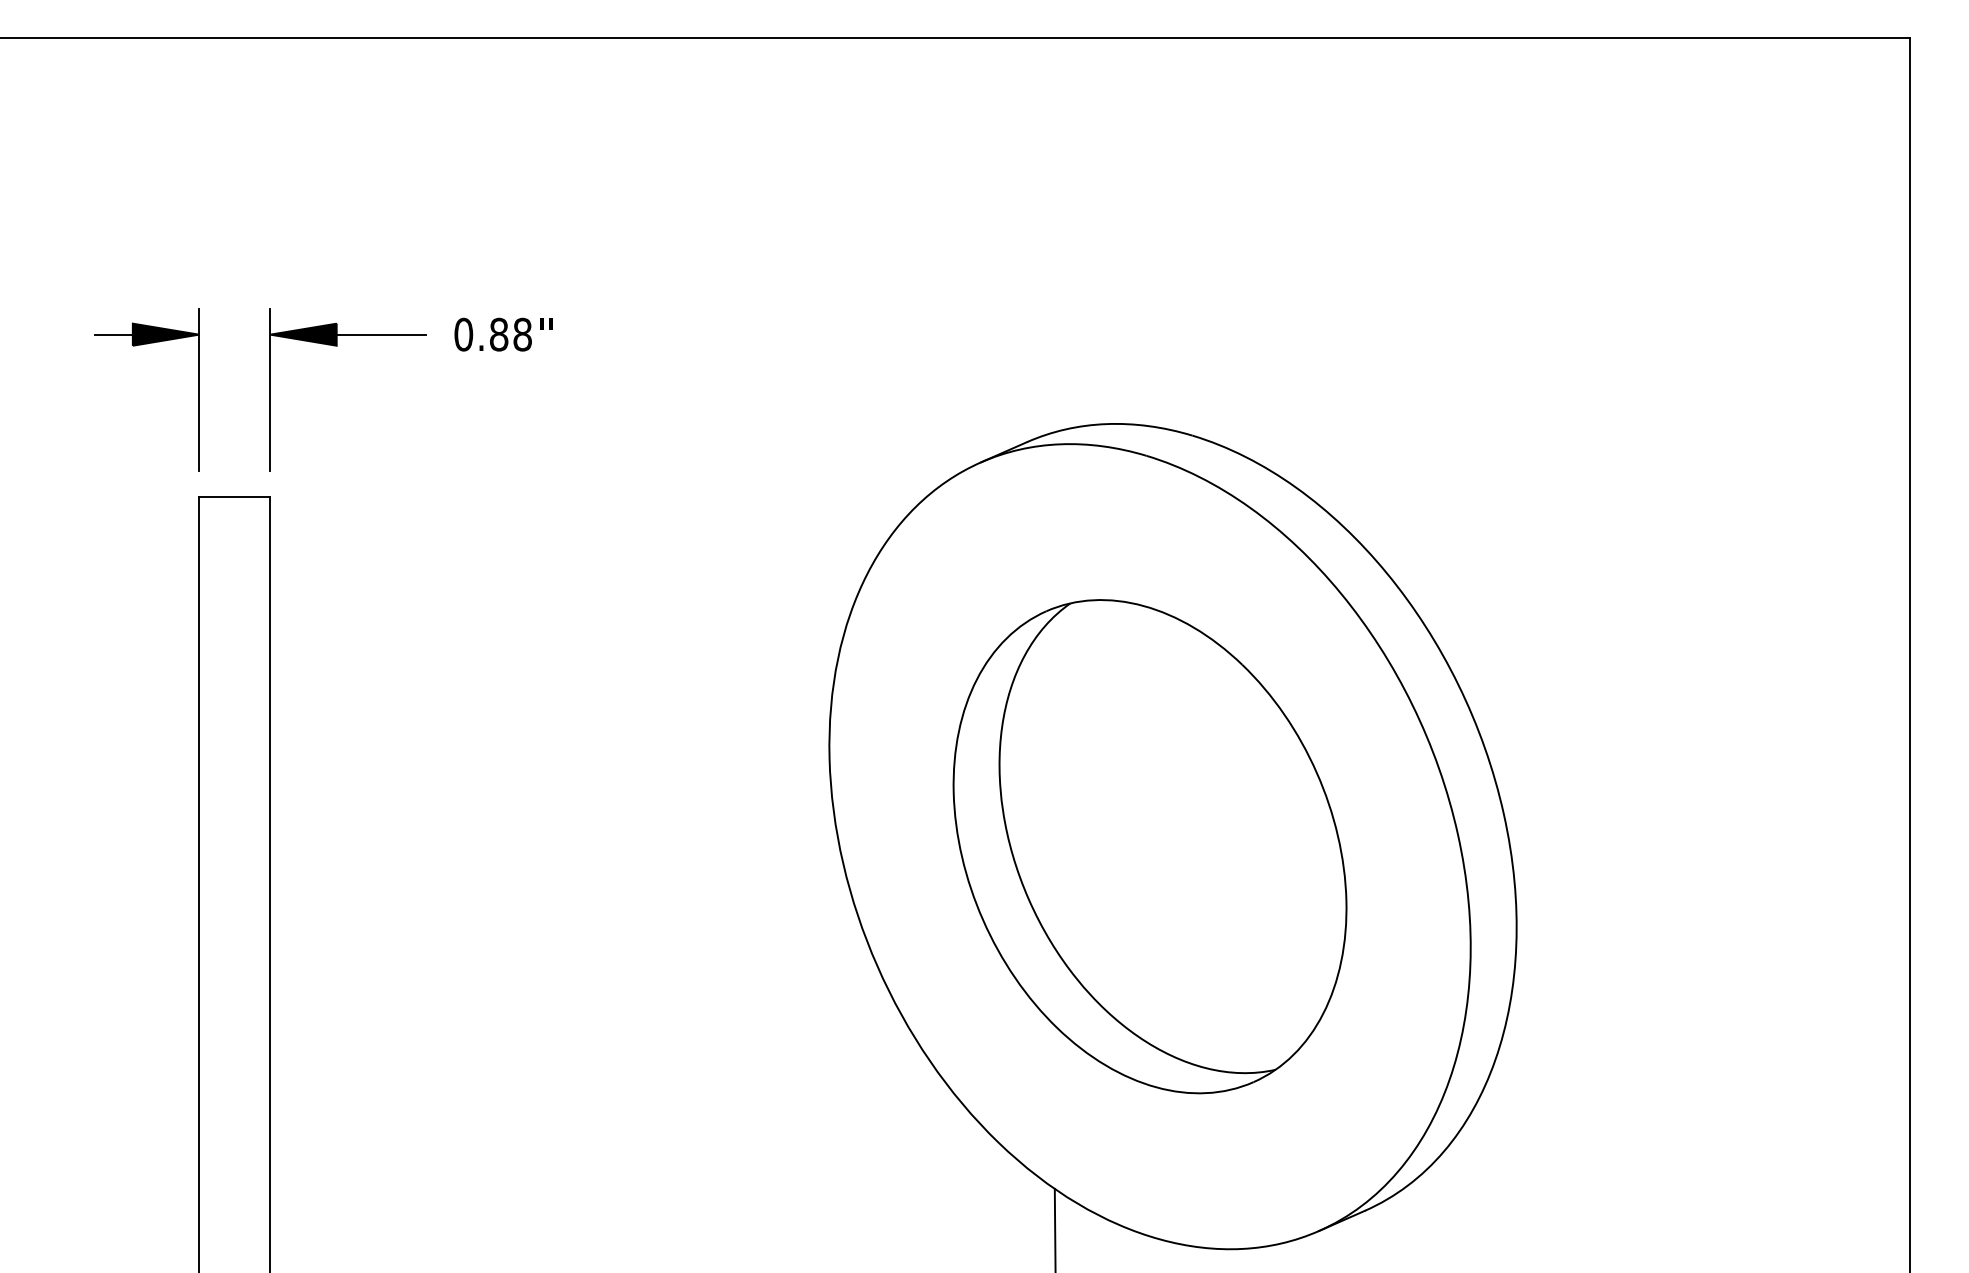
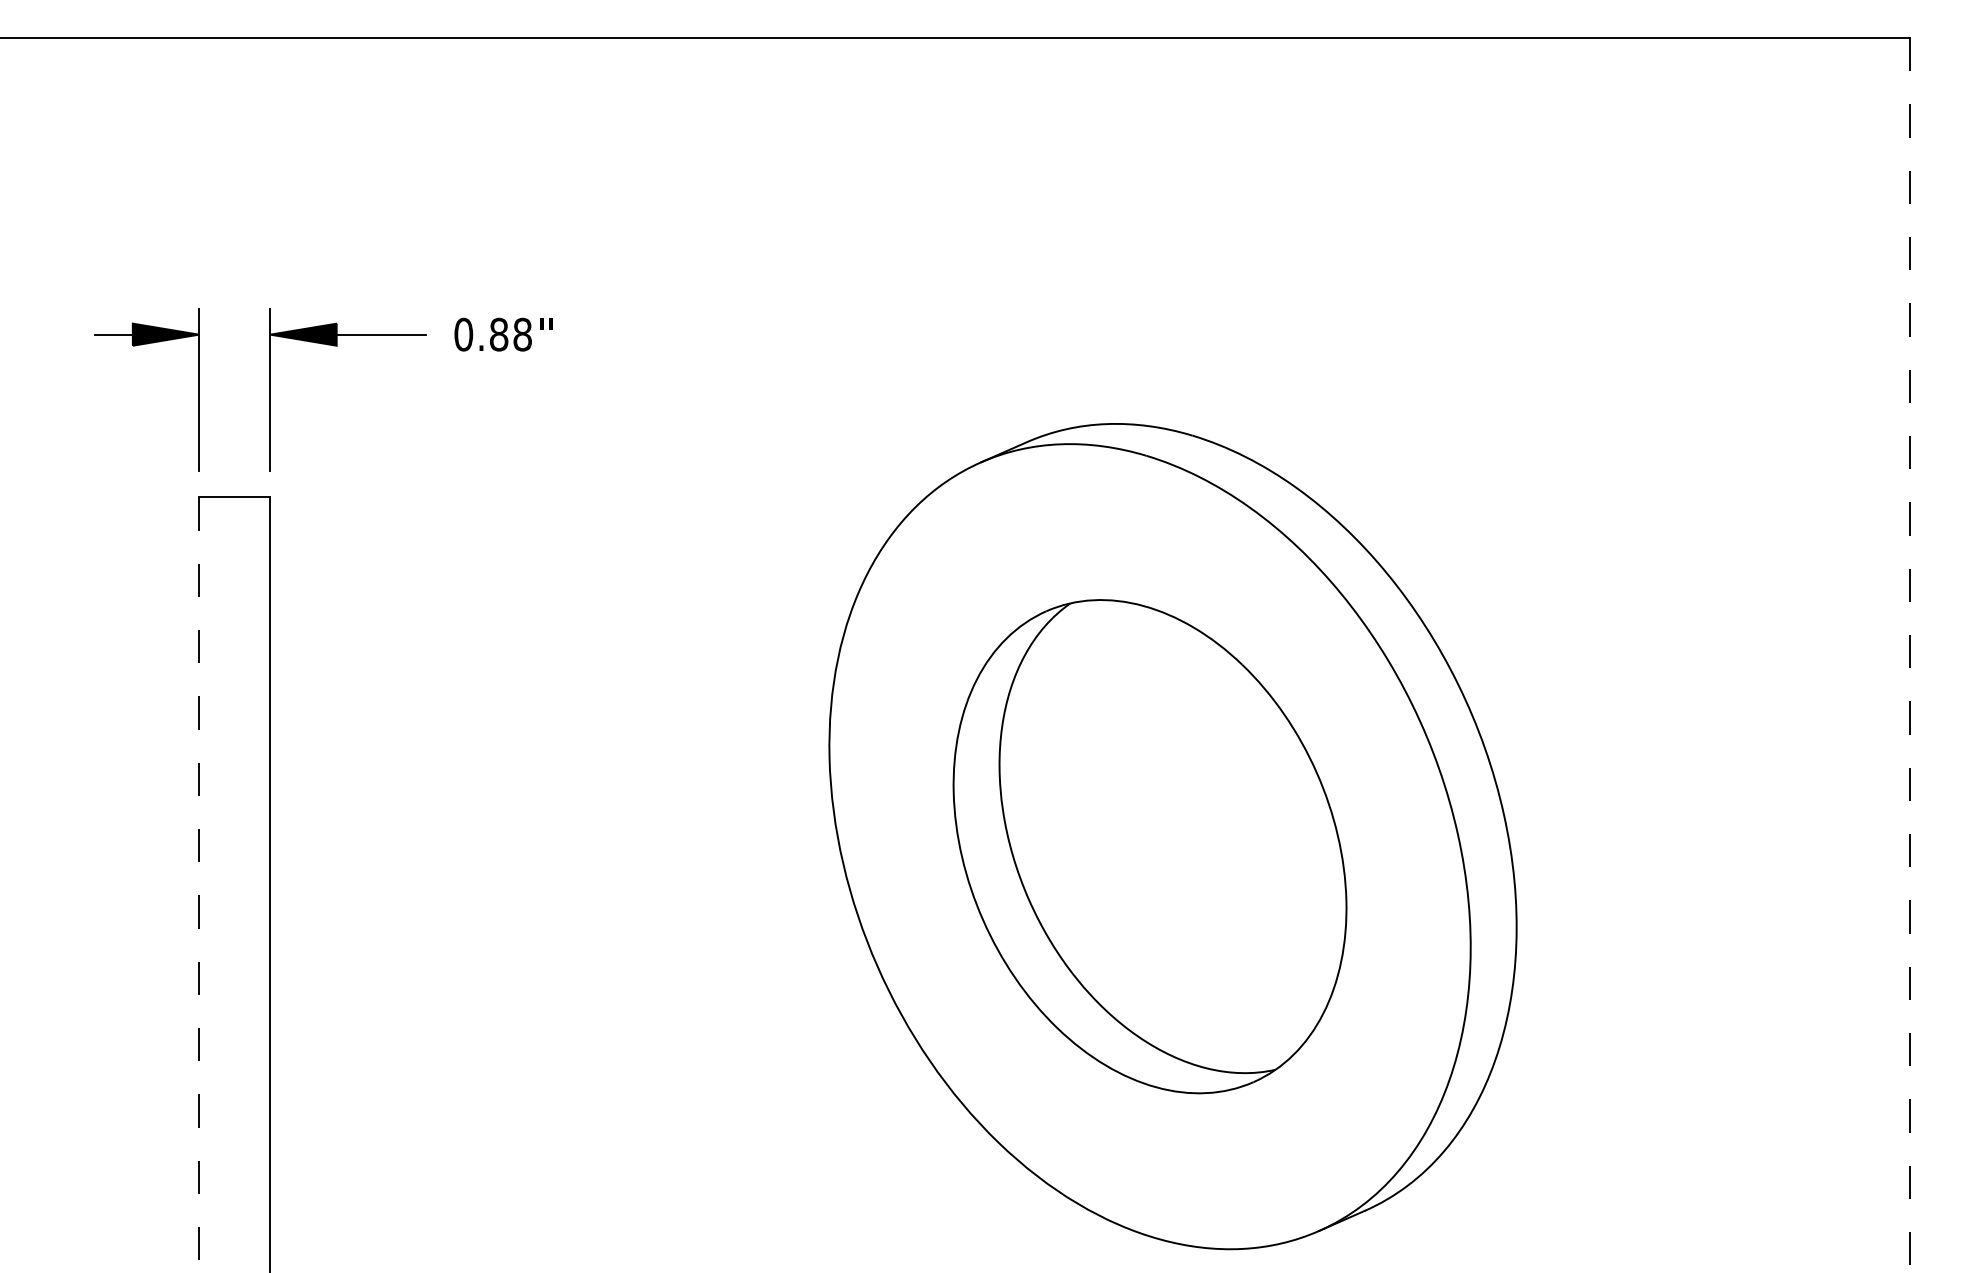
line at (1909, 655): solid -> dashed
line at (199, 885): solid -> dashed
line at (1054, 1228): present -> none
